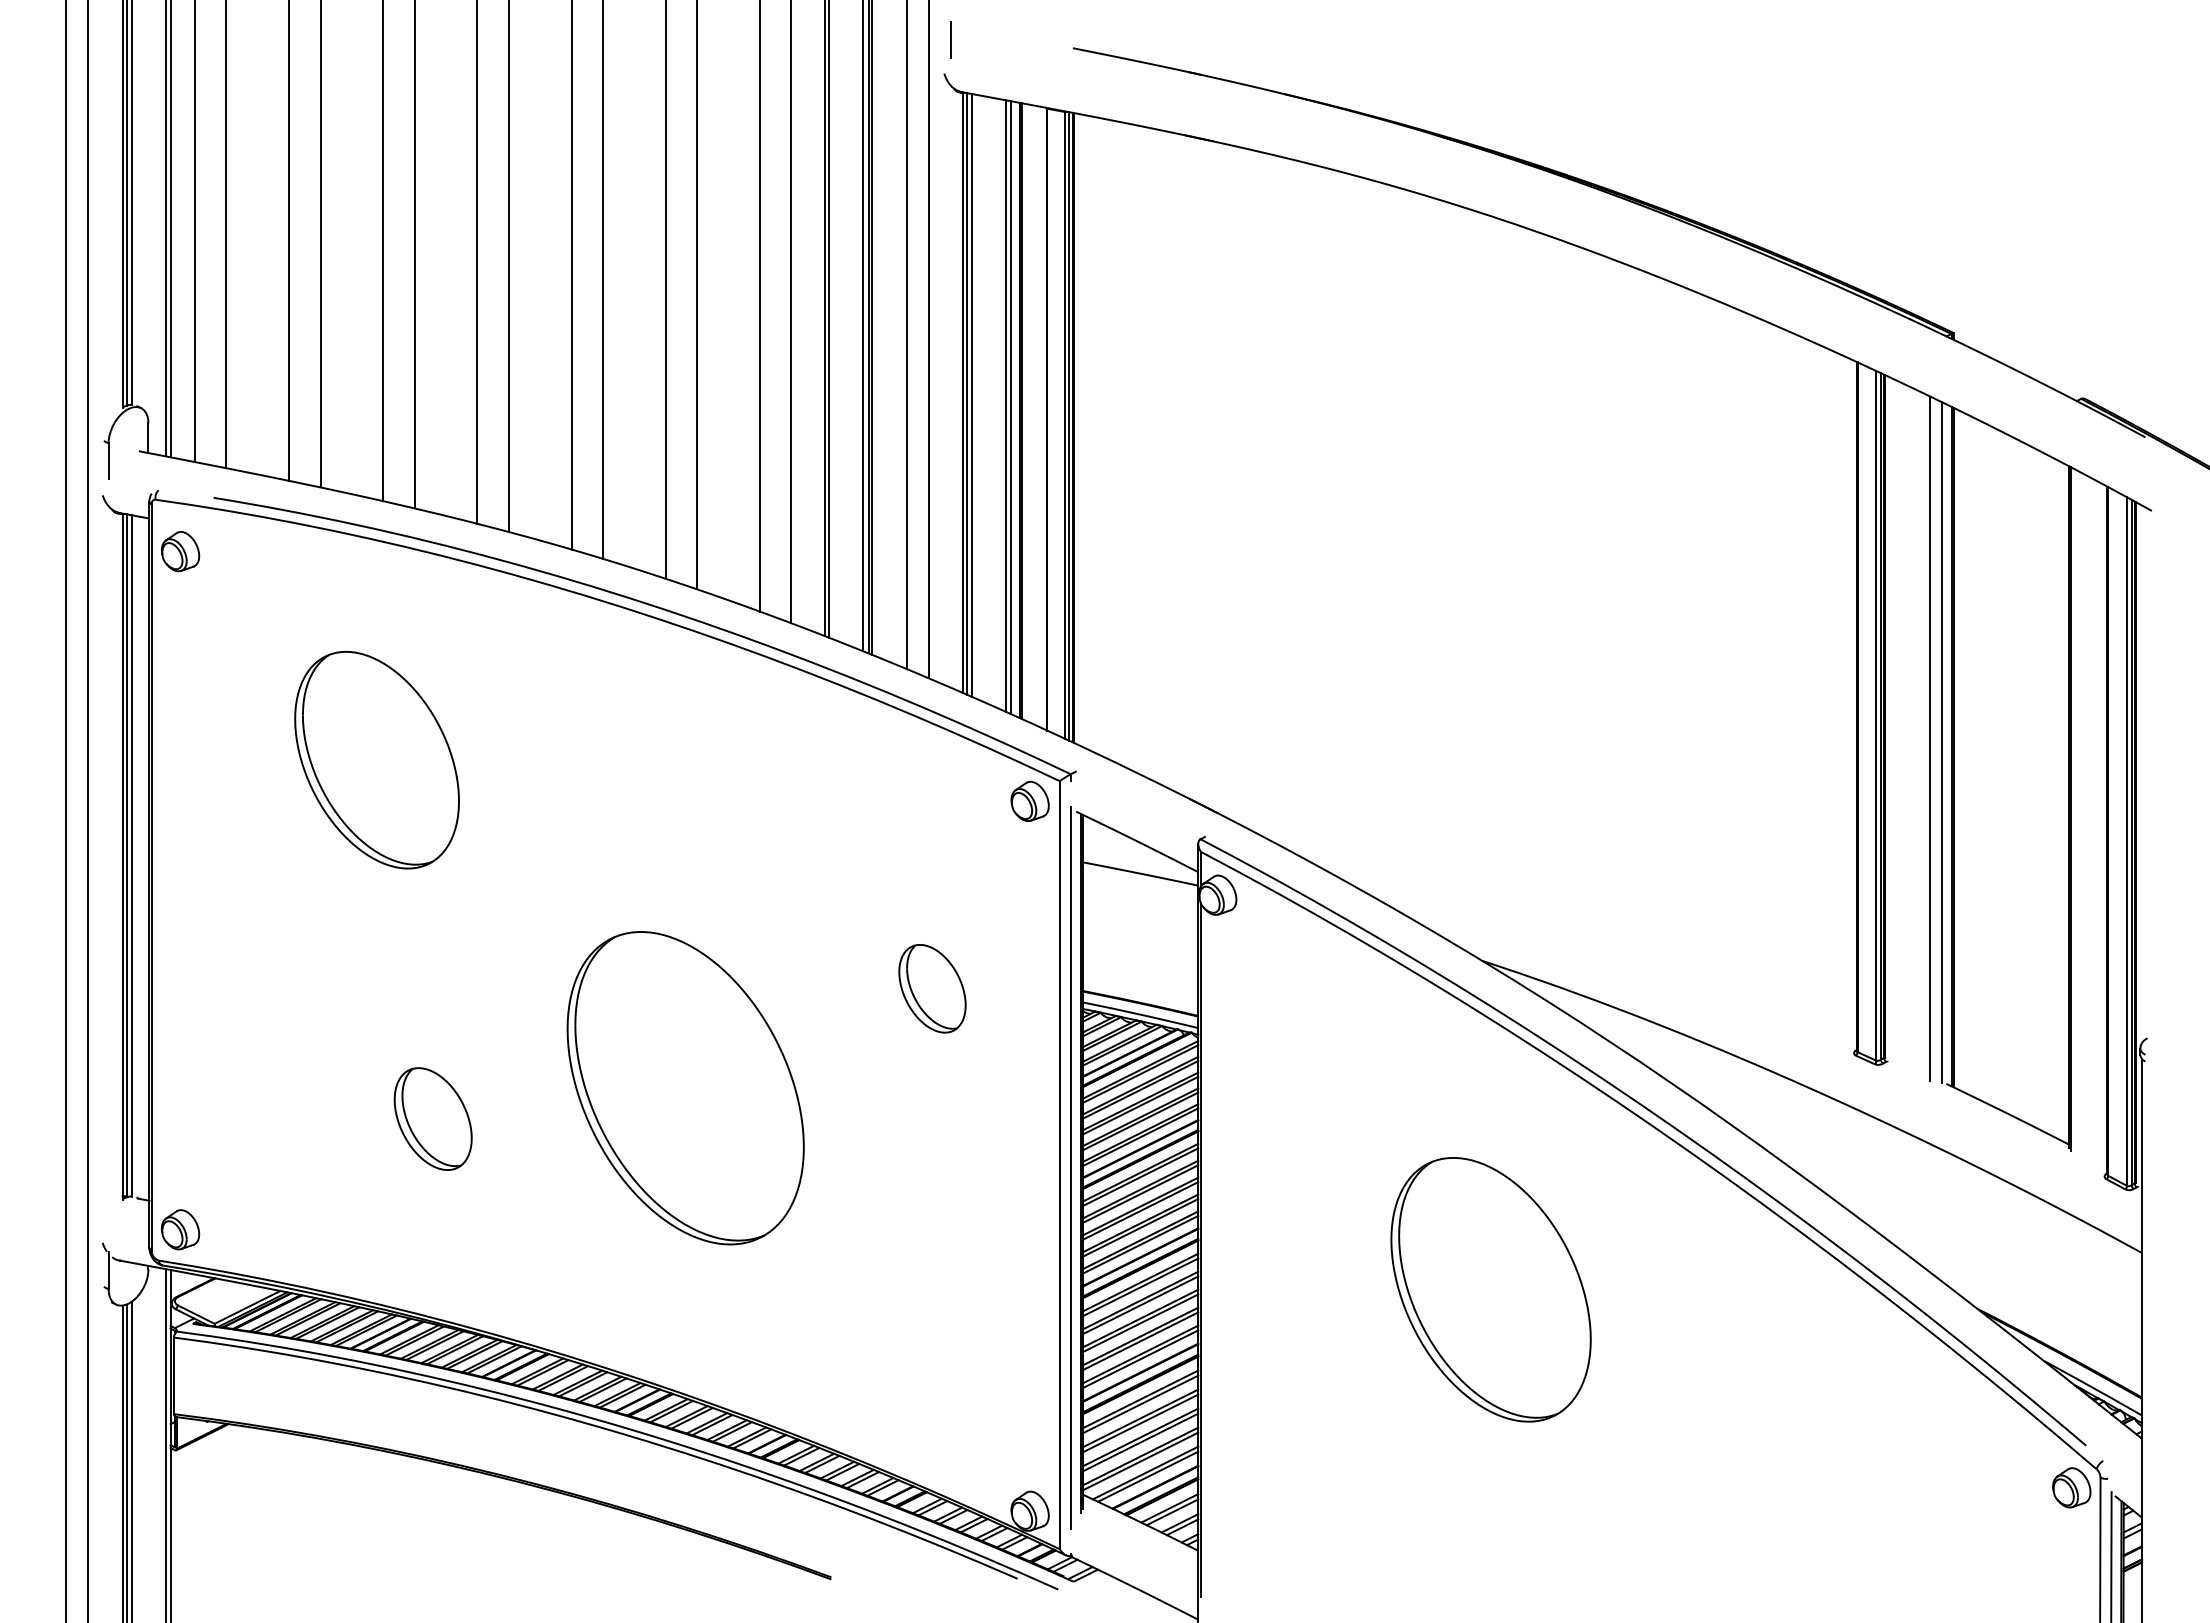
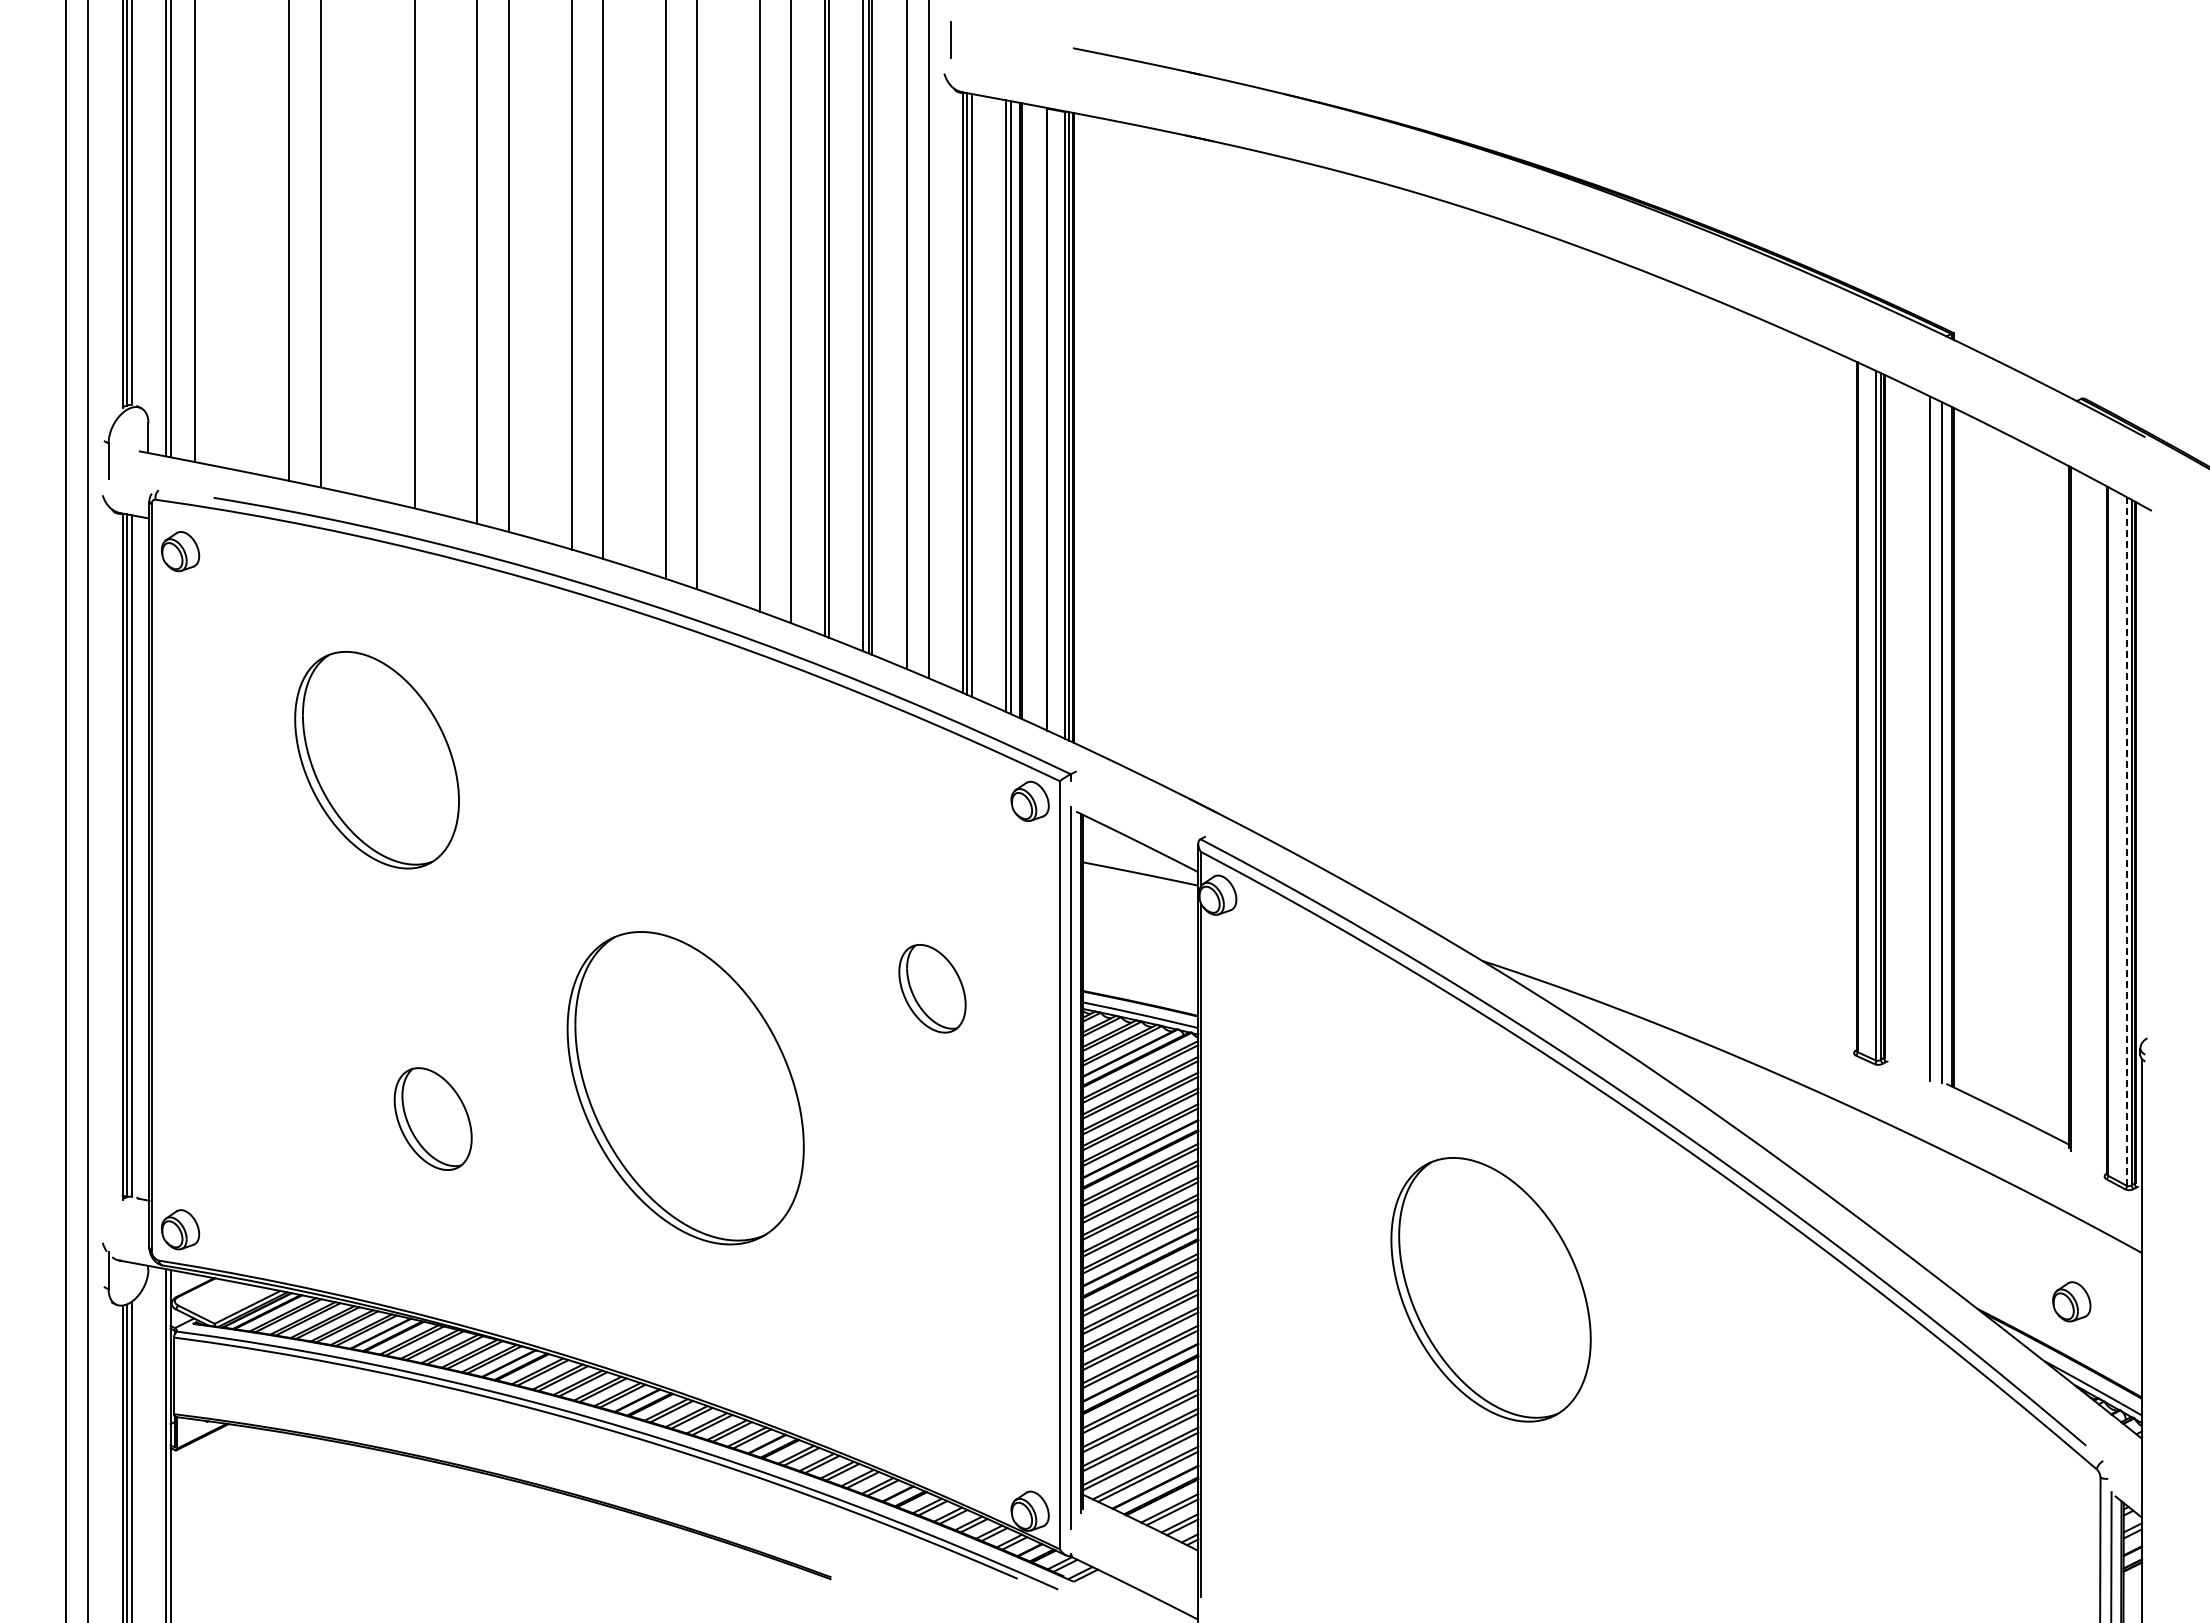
line at (226, 235): present -> none
line at (383, 251): present -> none
line at (2127, 841): solid -> dashed
part at (2071, 1487) position: (2071, 1487) -> (2071, 1301)
